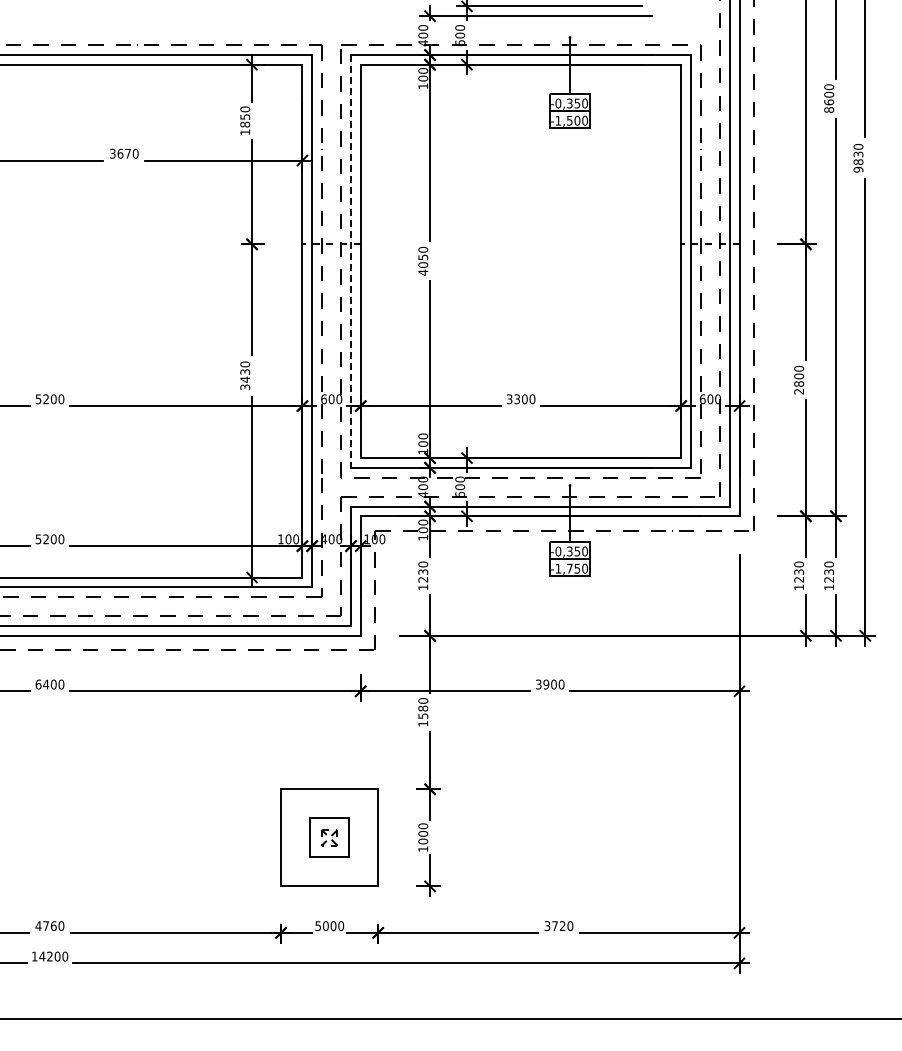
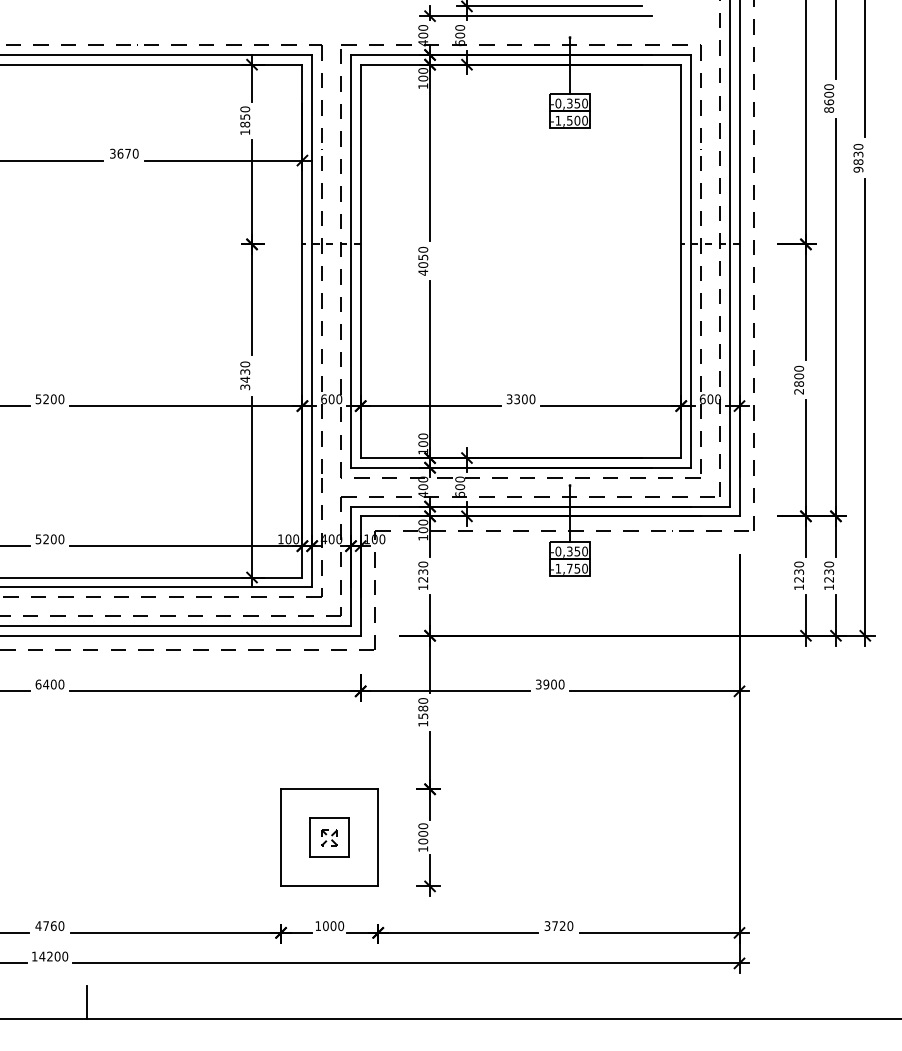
line at (351, 261): dashed -> solid
text at (317, 926): 5000 -> 1000
line at (87, 1002): none -> present
